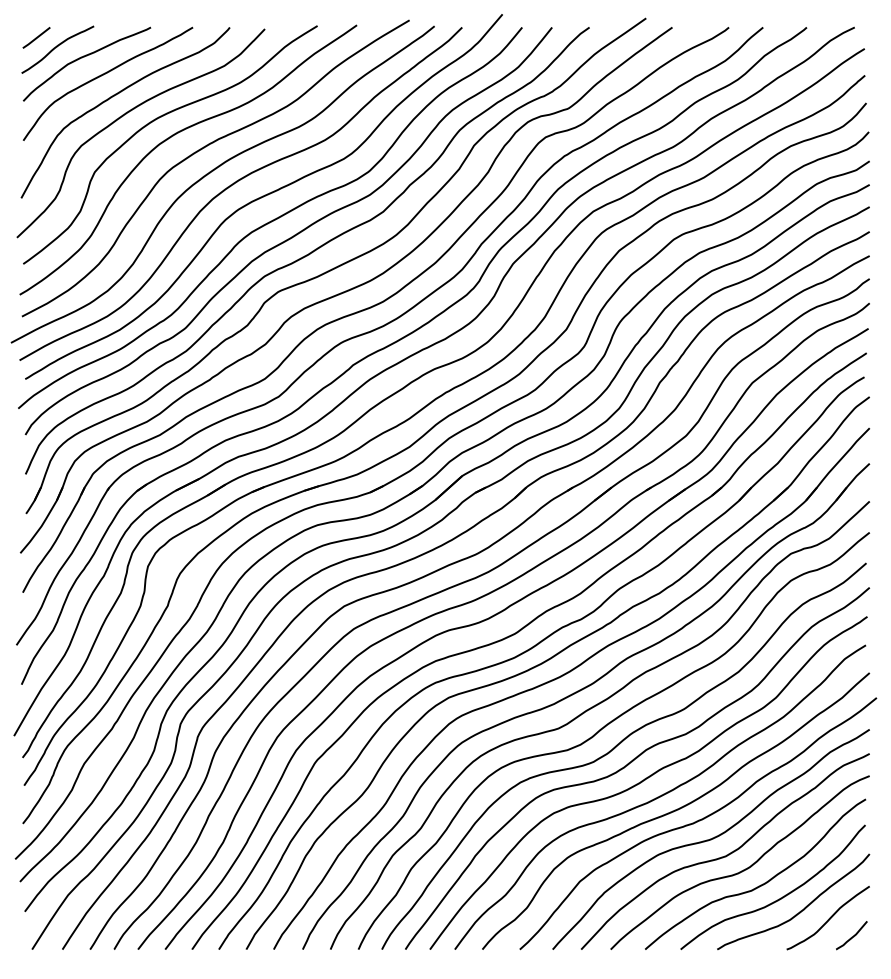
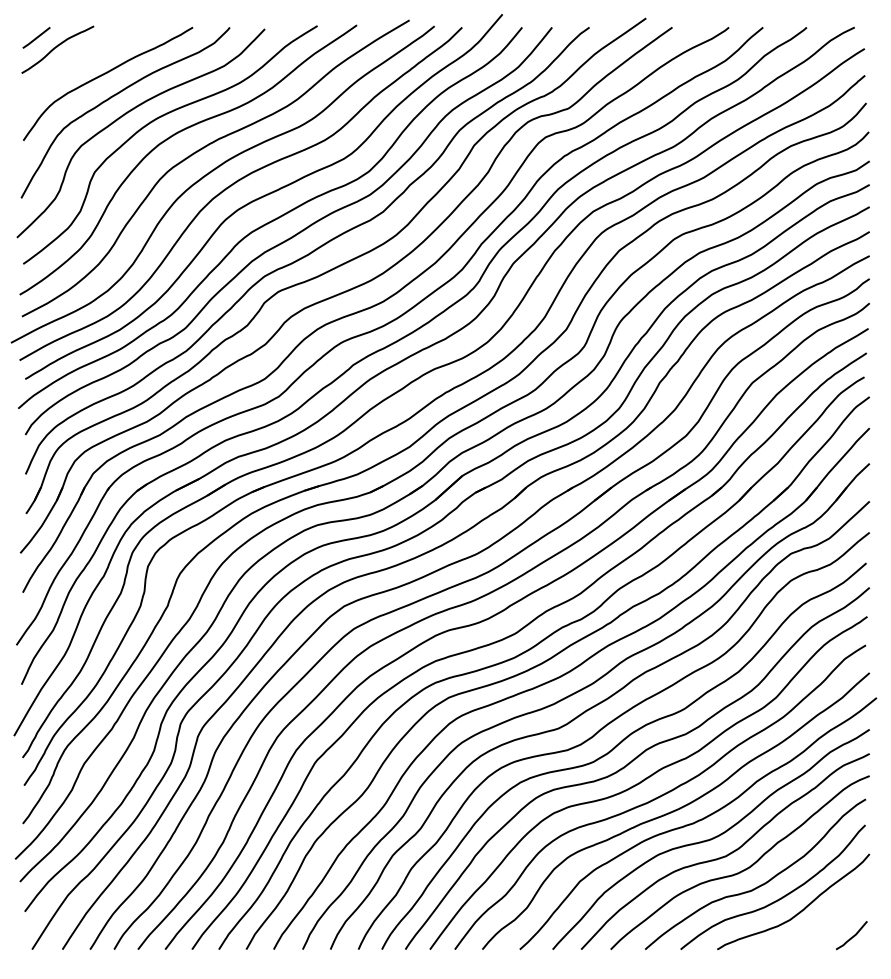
curve at (84, 57): present -> none
curve at (828, 918): present -> none
